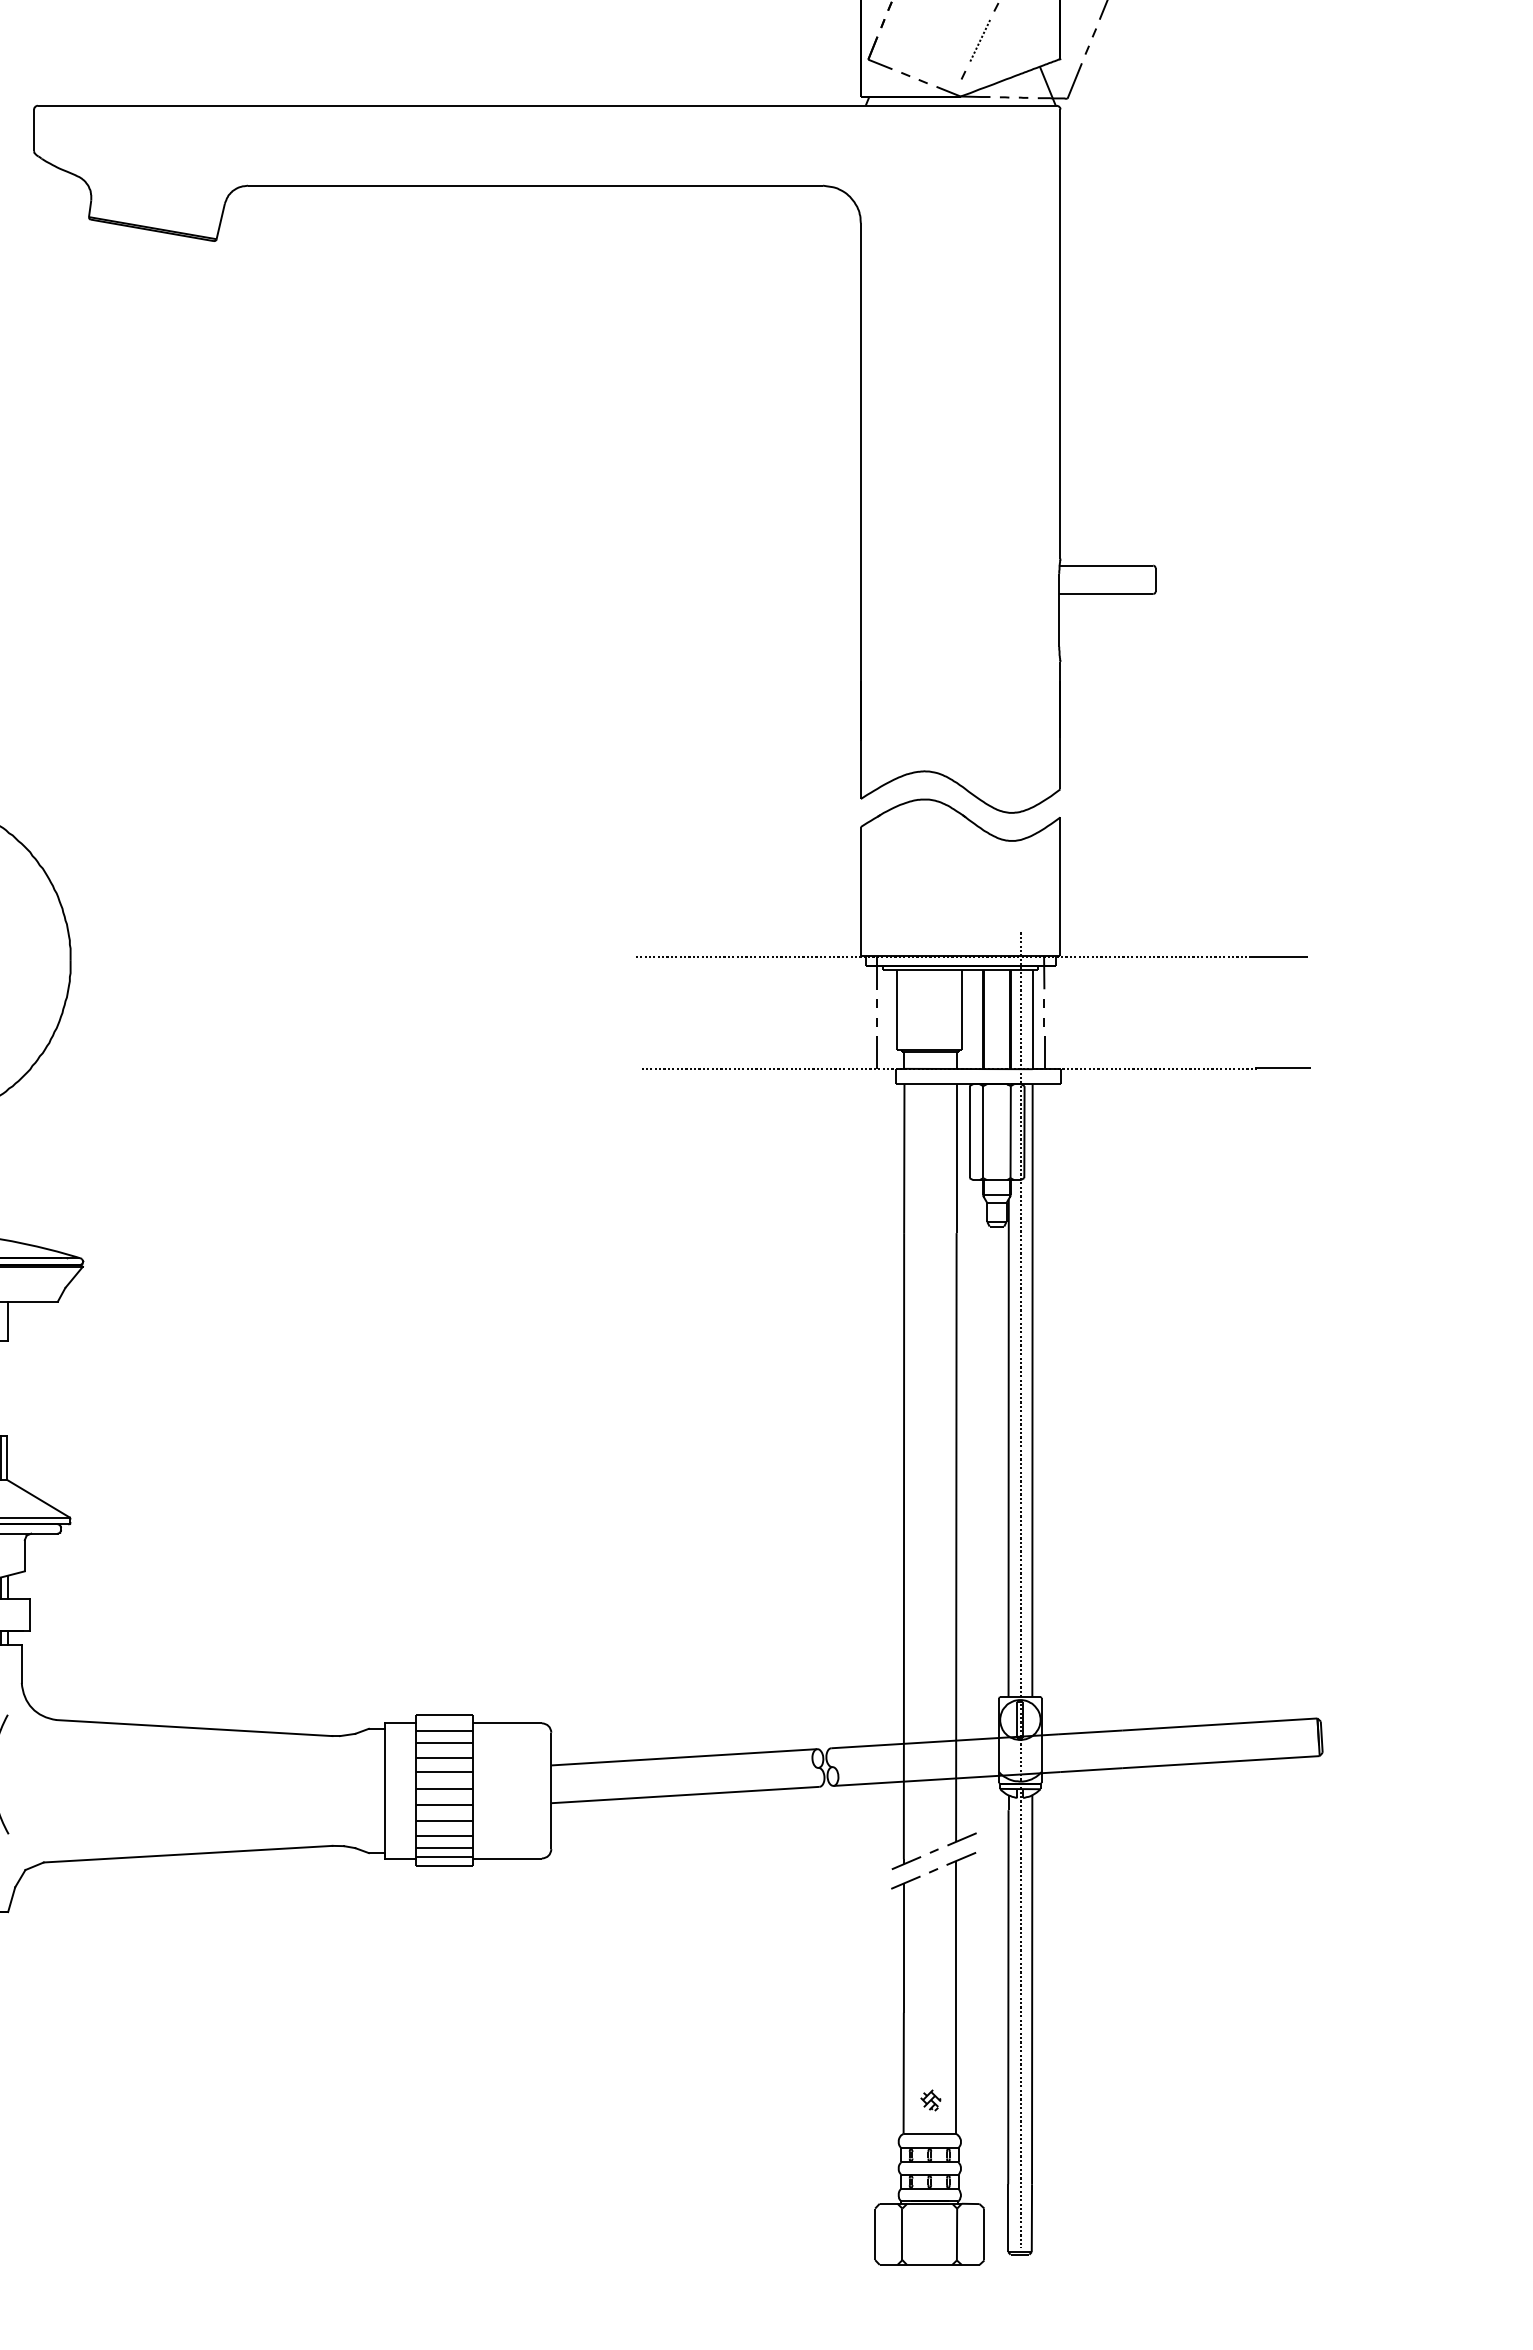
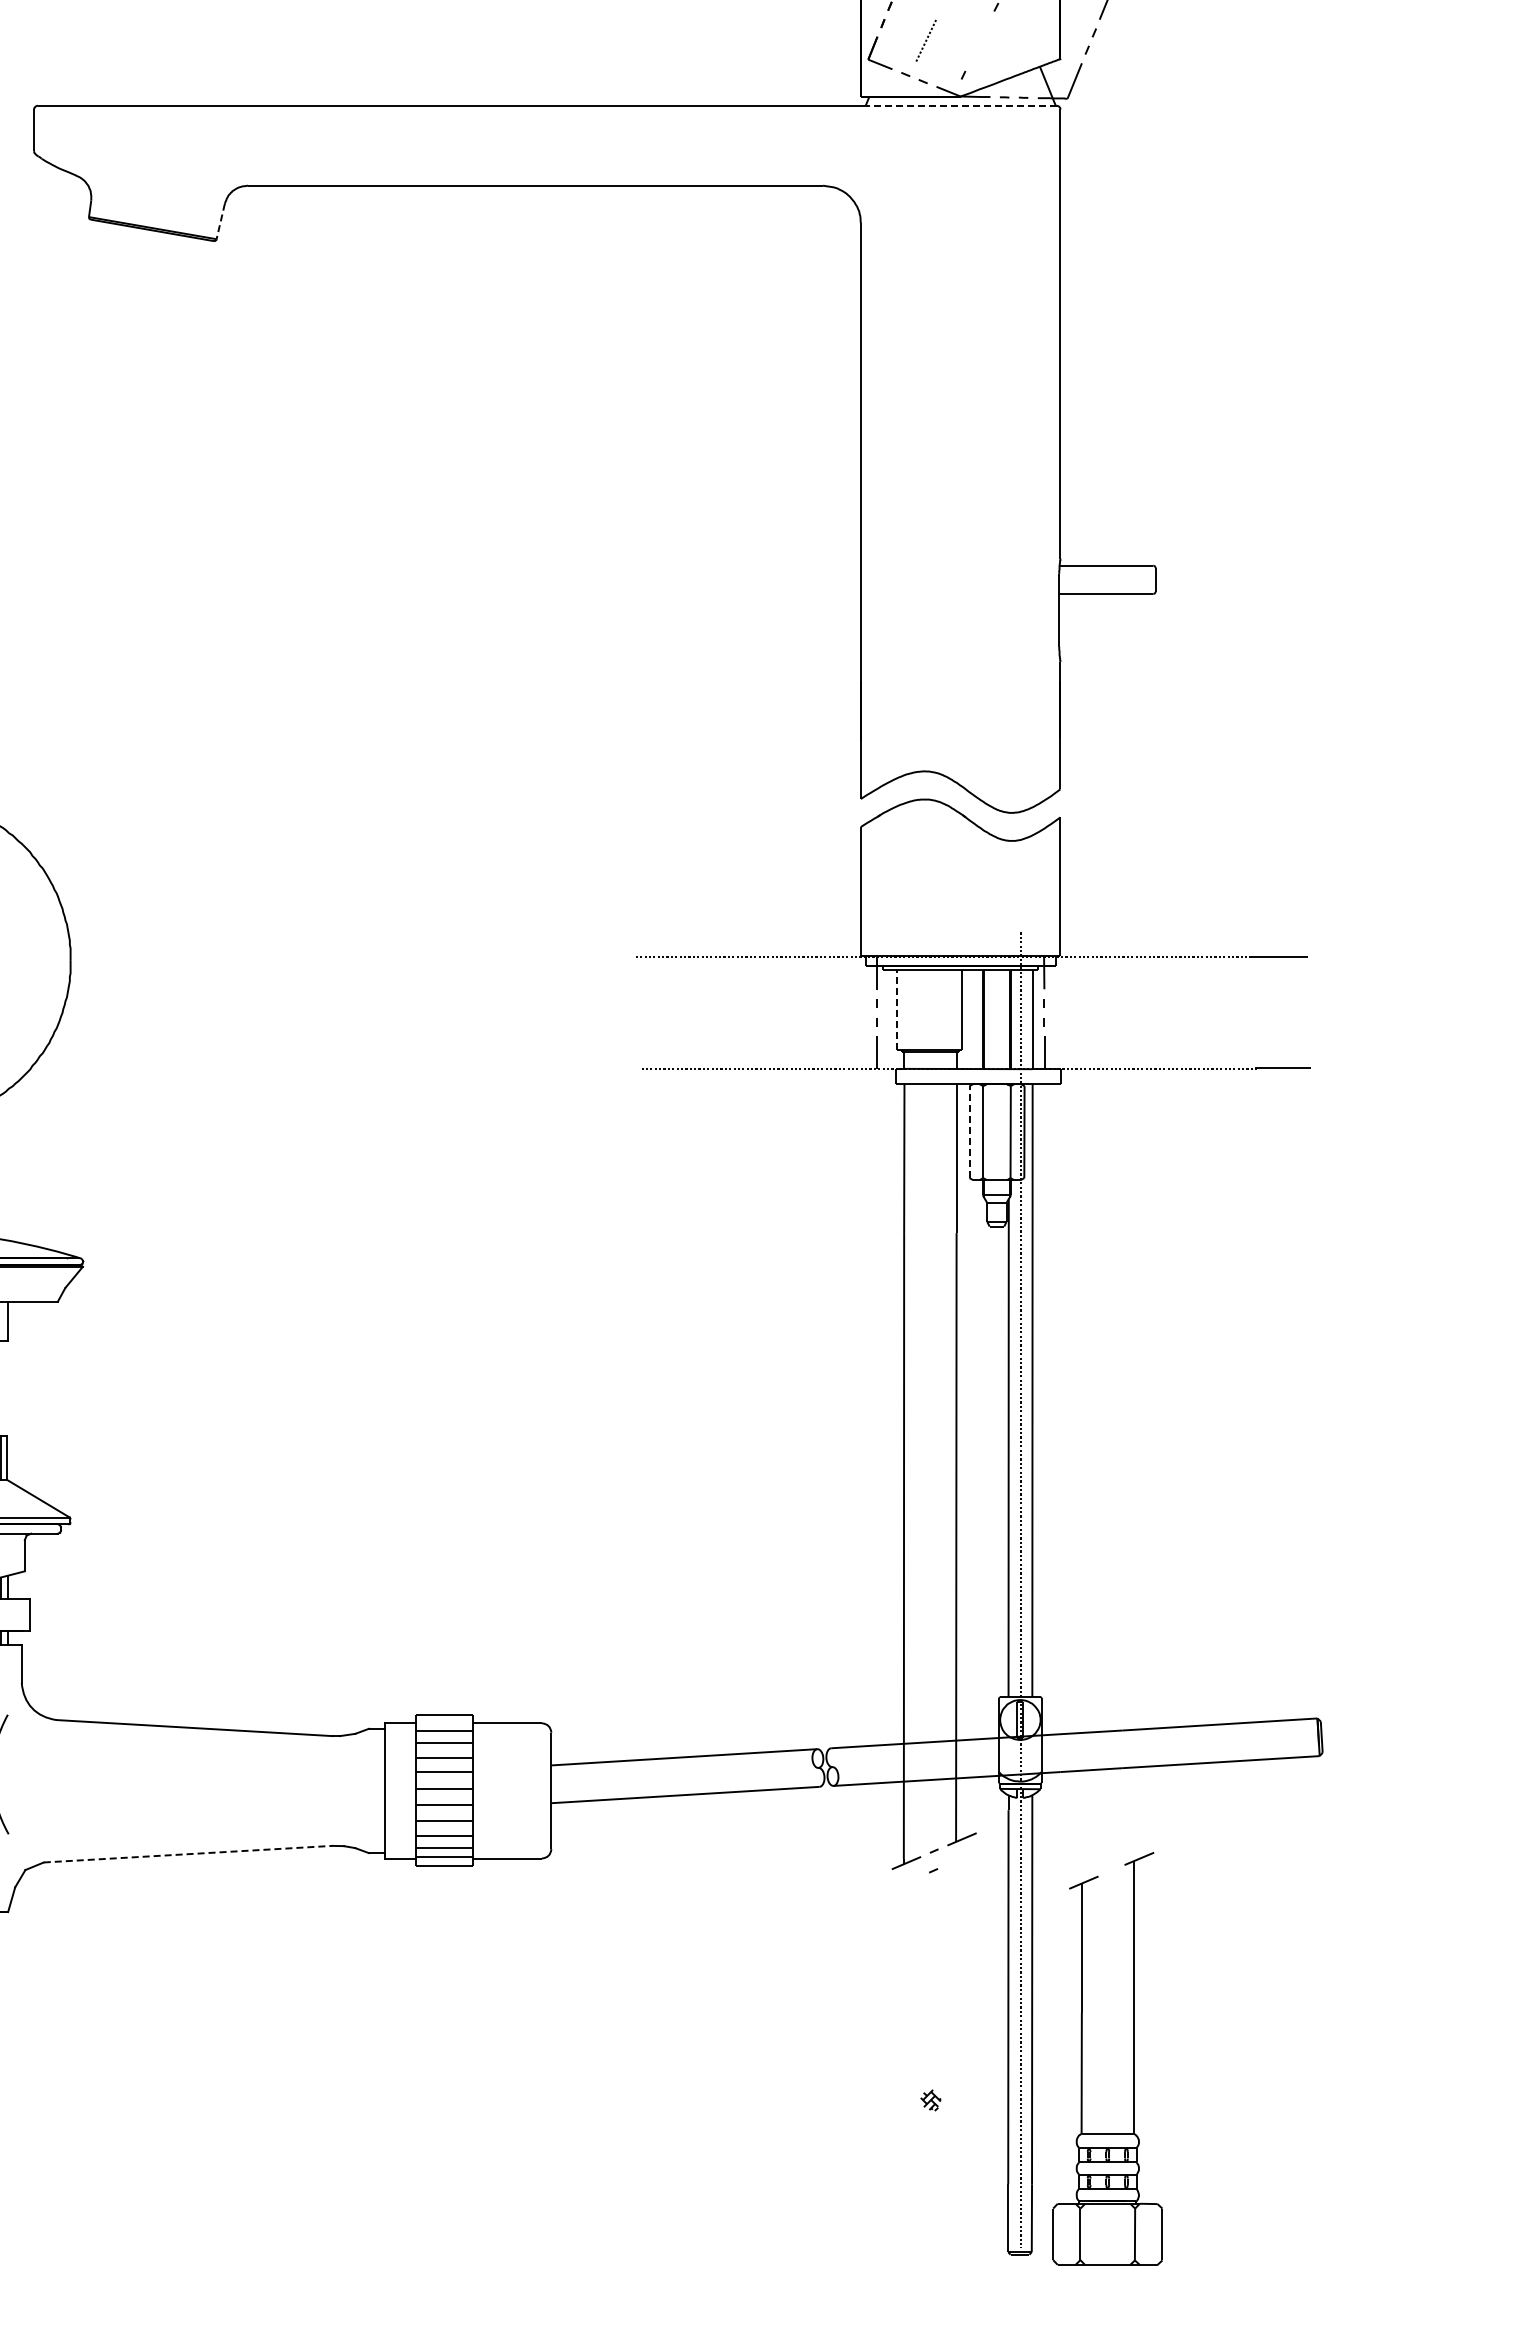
line at (979, 40) position: (979, 40) -> (925, 40)
line at (960, 105): solid -> dashed
line at (220, 222): solid -> dashed
line at (897, 1010): solid -> dashed
line at (969, 1131): solid -> dashed
line at (188, 1854): solid -> dashed
part at (904, 2058) position: (904, 2058) -> (1082, 2058)
